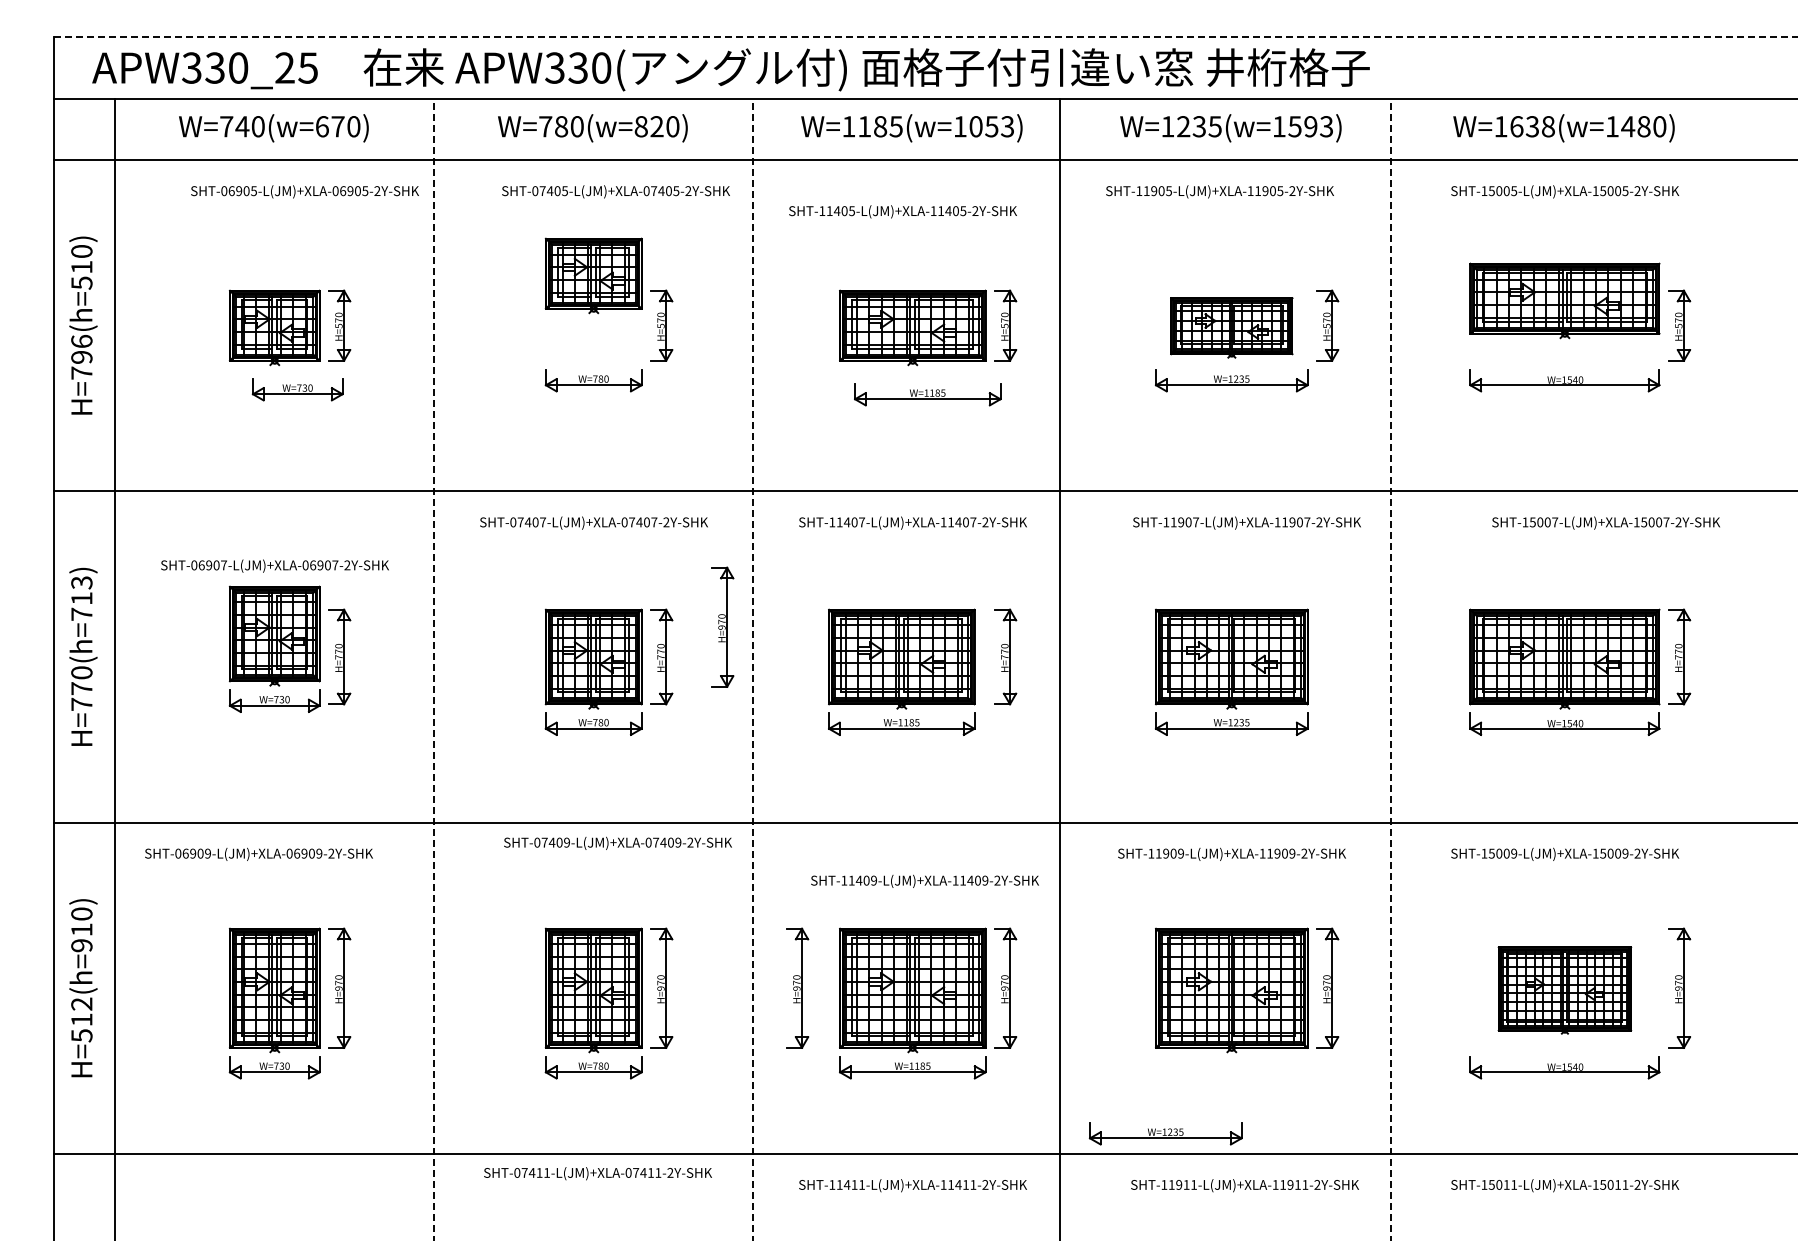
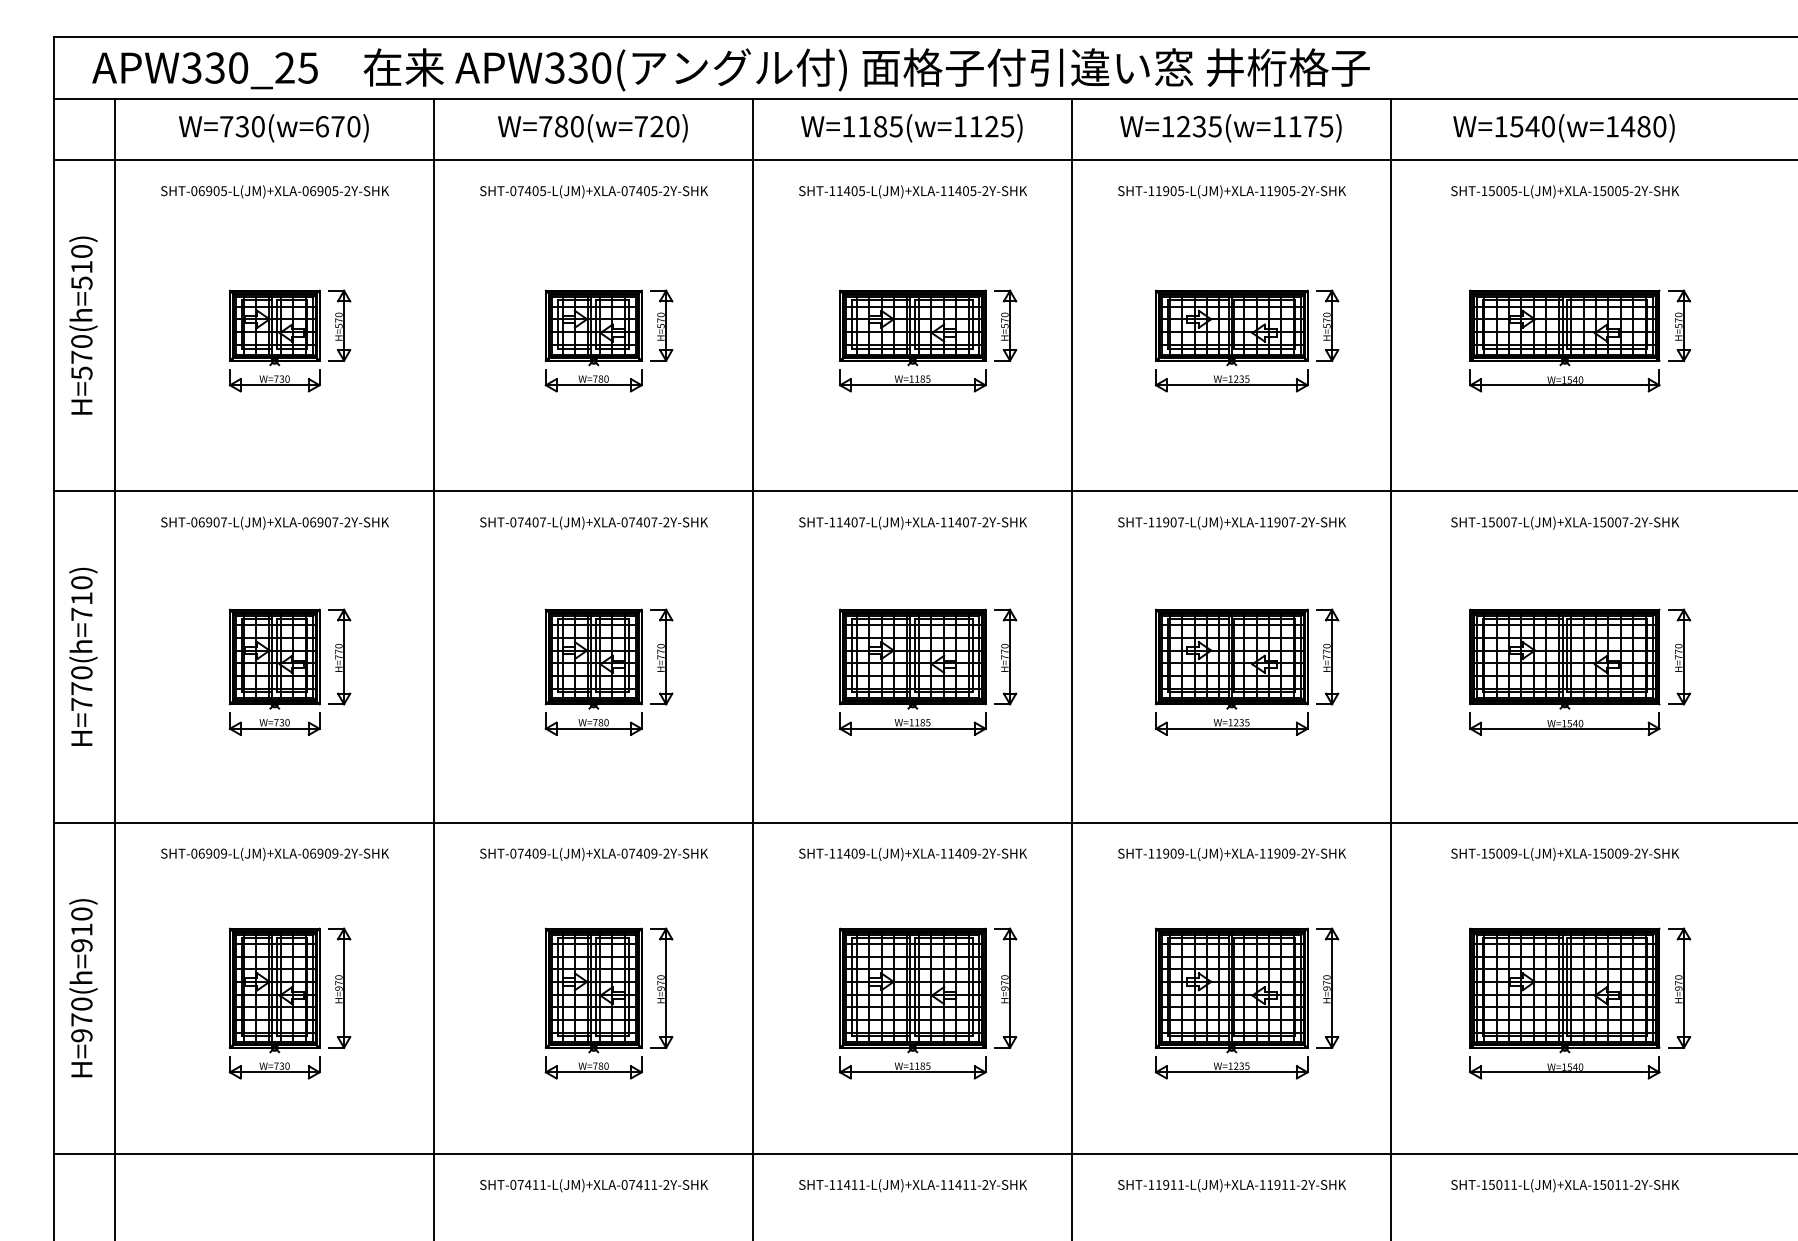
line at (925, 37): dashed -> solid
text at (242, 126): W=740(w=670) -> W=730(w=670)
text at (640, 126): W=780(w=820) -> W=780(w=720)
text at (991, 126): W=1185(w=1053) -> W=1185(w=1125)
text at (1310, 126): W=1235(w=1593) -> W=1235(w=1175)
text at (1532, 126): W=1638(w=1480) -> W=1540(w=1480)
text at (304, 191) position: (304, 191) -> (274, 191)
text at (615, 191) position: (615, 191) -> (593, 191)
text at (1219, 191) position: (1219, 191) -> (1231, 191)
text at (902, 211) position: (902, 211) -> (912, 191)
part at (593, 275) position: (593, 275) -> (593, 327)
part at (1564, 300) position: (1564, 300) -> (1564, 327)
part at (1231, 327) size: 124x62 px -> 154x78 px
text at (81, 356): H=796(h=510) -> H=570(h=510)
part at (297, 389) position: (297, 389) -> (274, 380)
part at (927, 394) position: (927, 394) -> (912, 380)
text at (1246, 522) position: (1246, 522) -> (1231, 522)
text at (1605, 522) position: (1605, 522) -> (1564, 522)
text at (274, 565) position: (274, 565) -> (274, 522)
text at (81, 582): H=770(h=713) -> H=770(h=710)
part at (722, 626): present -> none
part at (274, 648) position: (274, 648) -> (274, 671)
part at (1327, 656): none -> present
line at (1060, 667) position: (1060, 667) -> (1072, 667)
line at (434, 669): dashed -> solid
line at (753, 669): dashed -> solid
line at (1391, 669): dashed -> solid
part at (901, 671) position: (901, 671) -> (912, 671)
text at (617, 842) position: (617, 842) -> (593, 853)
text at (258, 853) position: (258, 853) -> (274, 853)
text at (924, 880) position: (924, 880) -> (912, 853)
part at (797, 987): present -> none
part at (1564, 990) size: 136x89 px -> 192x127 px
text at (81, 1019): H=512(h=910) -> H=970(h=910)
part at (1165, 1133) position: (1165, 1133) -> (1231, 1067)
text at (597, 1173) position: (597, 1173) -> (593, 1185)
text at (1244, 1185) position: (1244, 1185) -> (1231, 1185)
